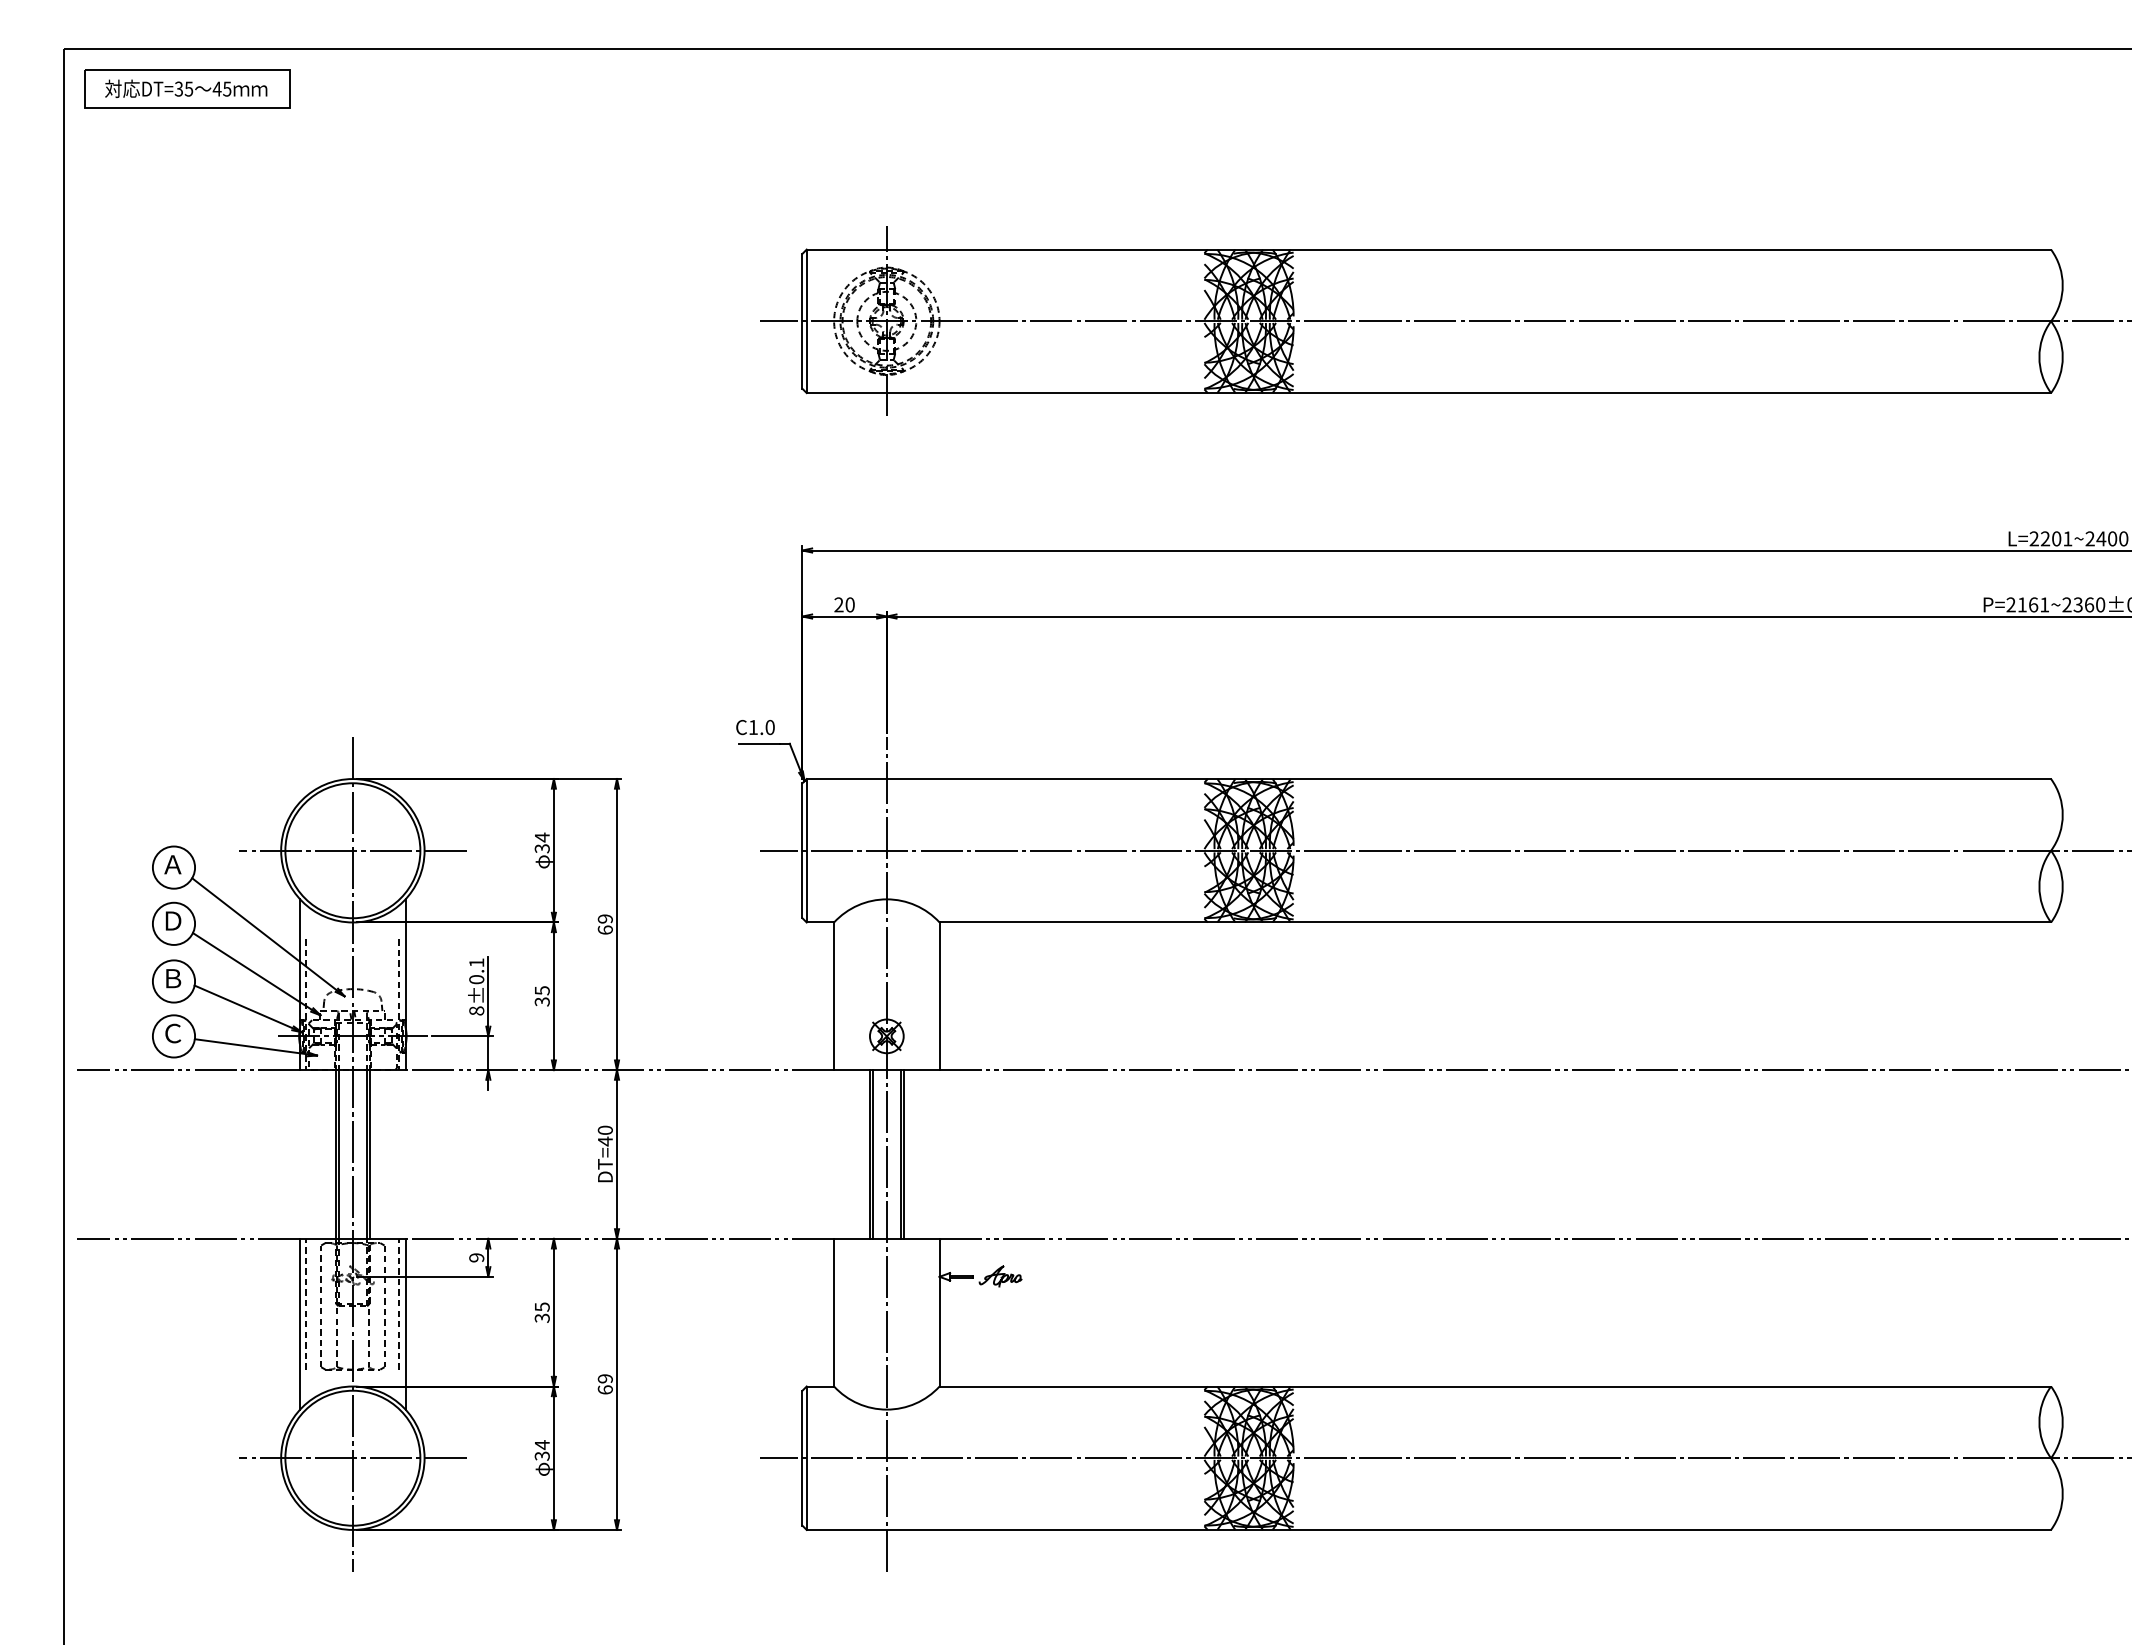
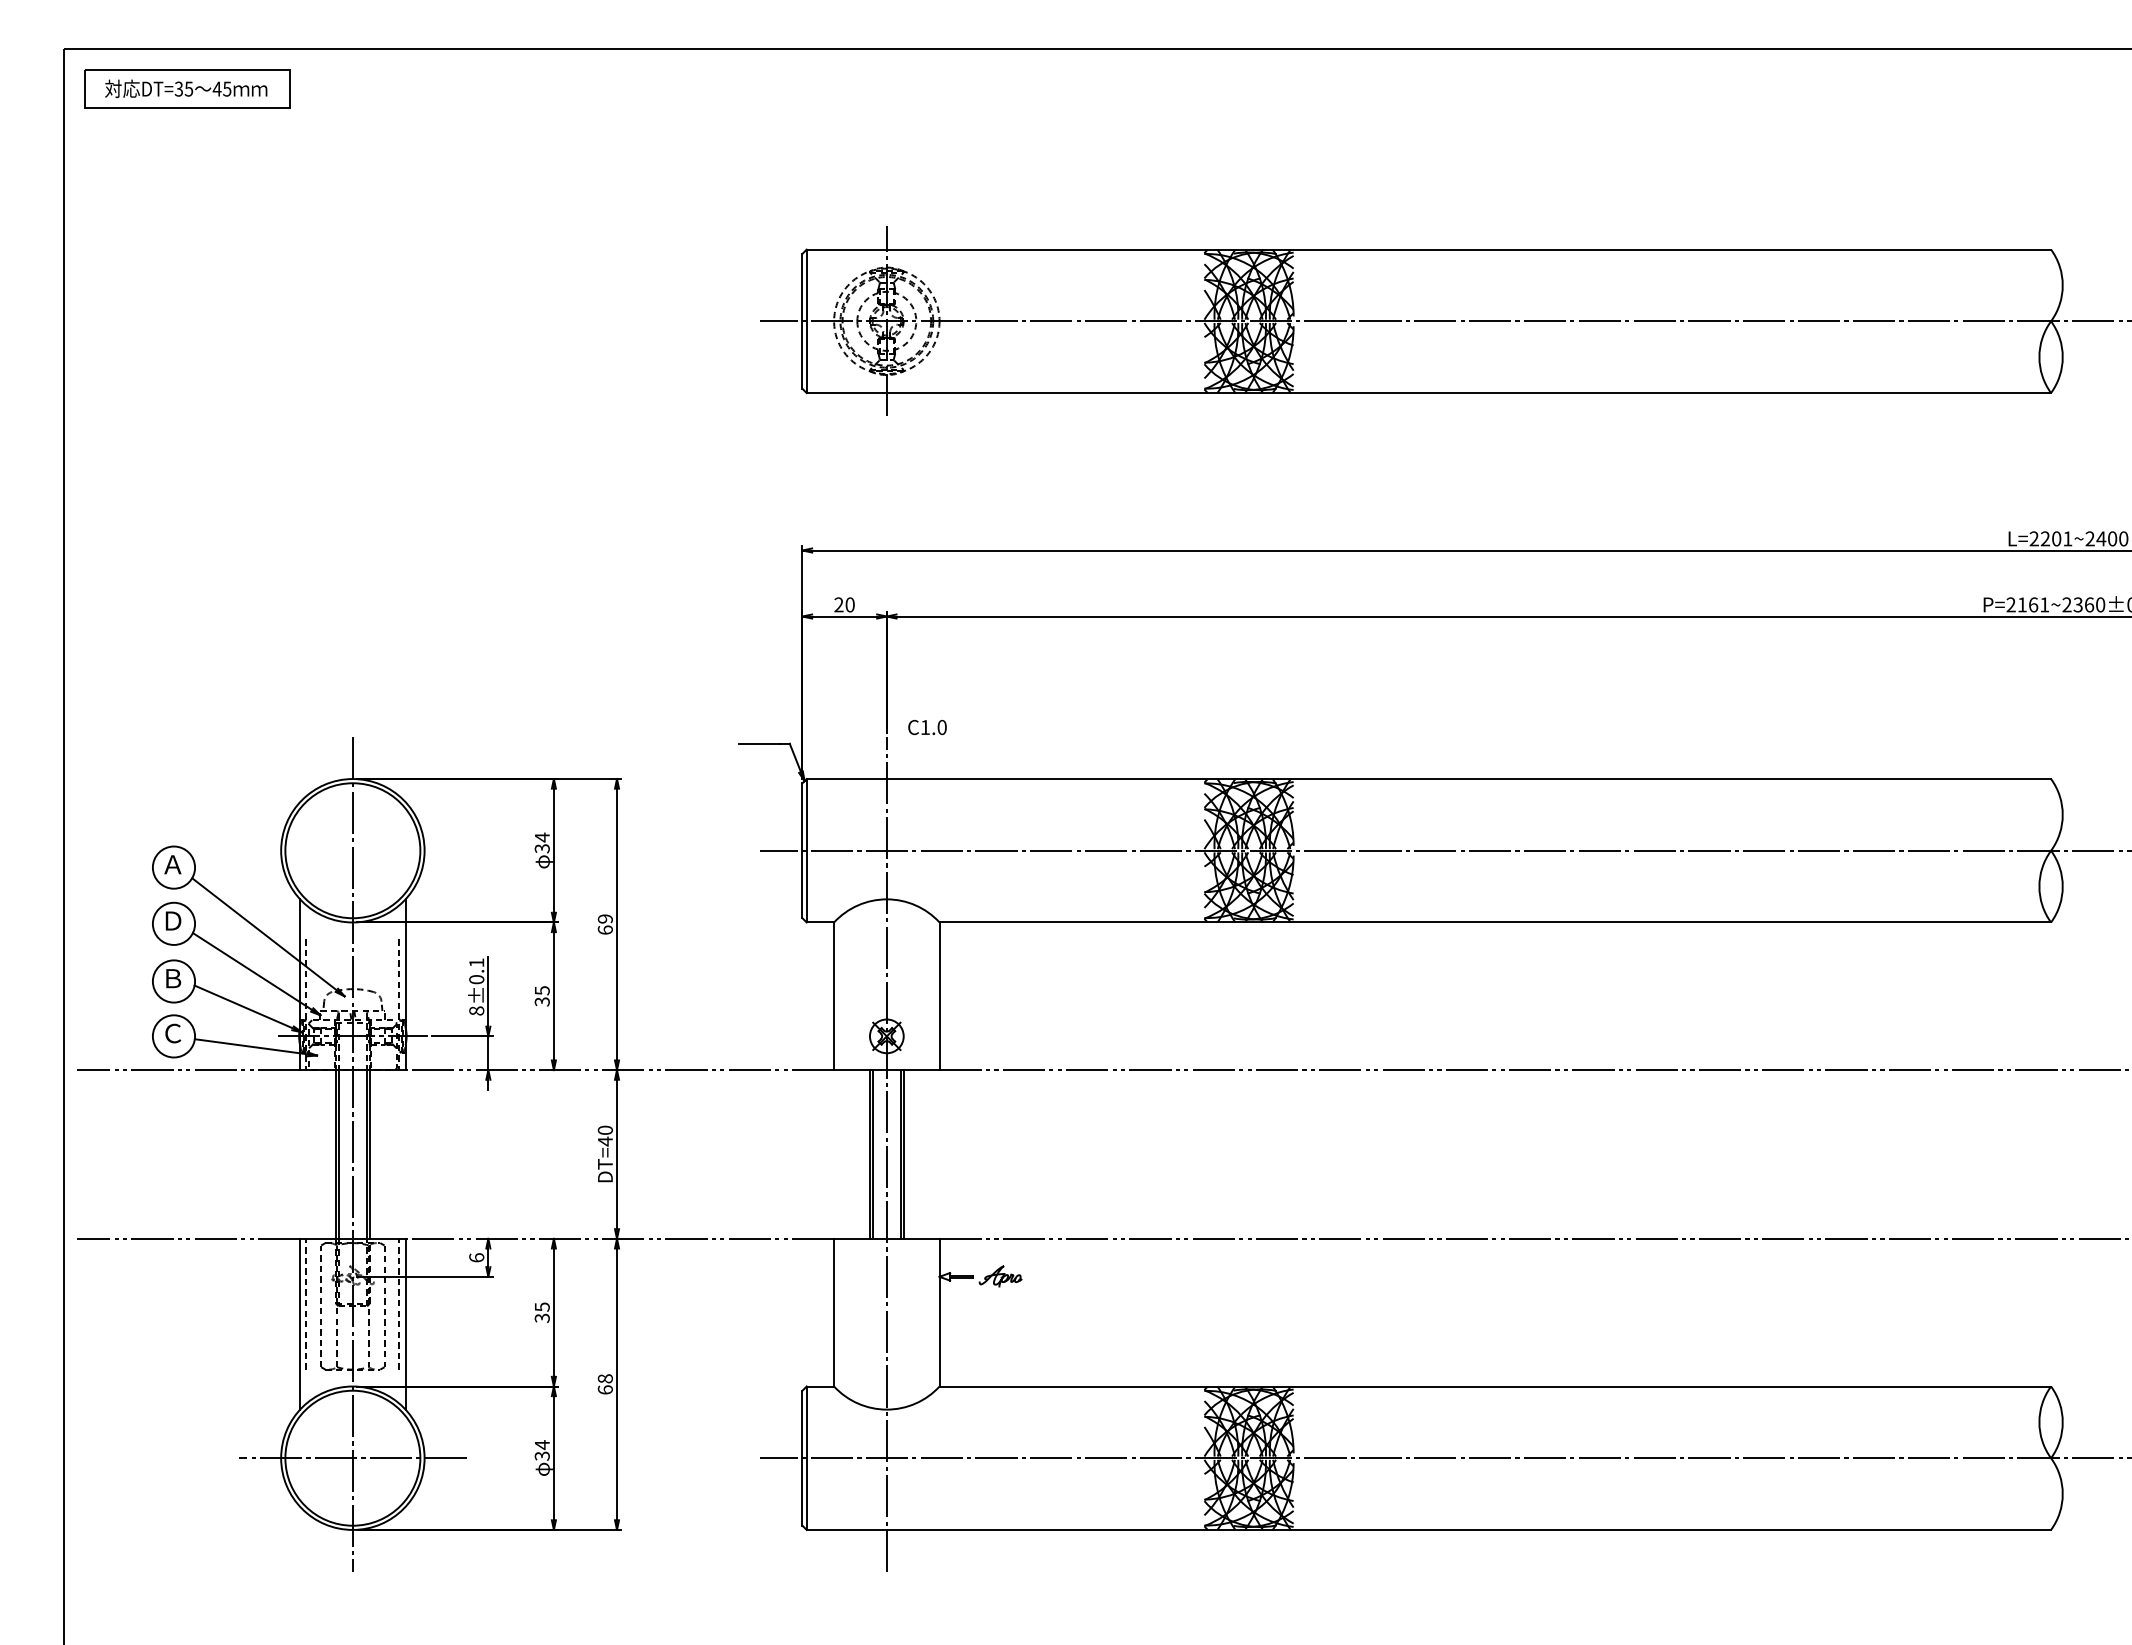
text at (755, 727) position: (755, 727) -> (927, 727)
line at (352, 850): present -> none
text at (476, 1257): 9 -> 6
text at (605, 1378): 69 -> 68
